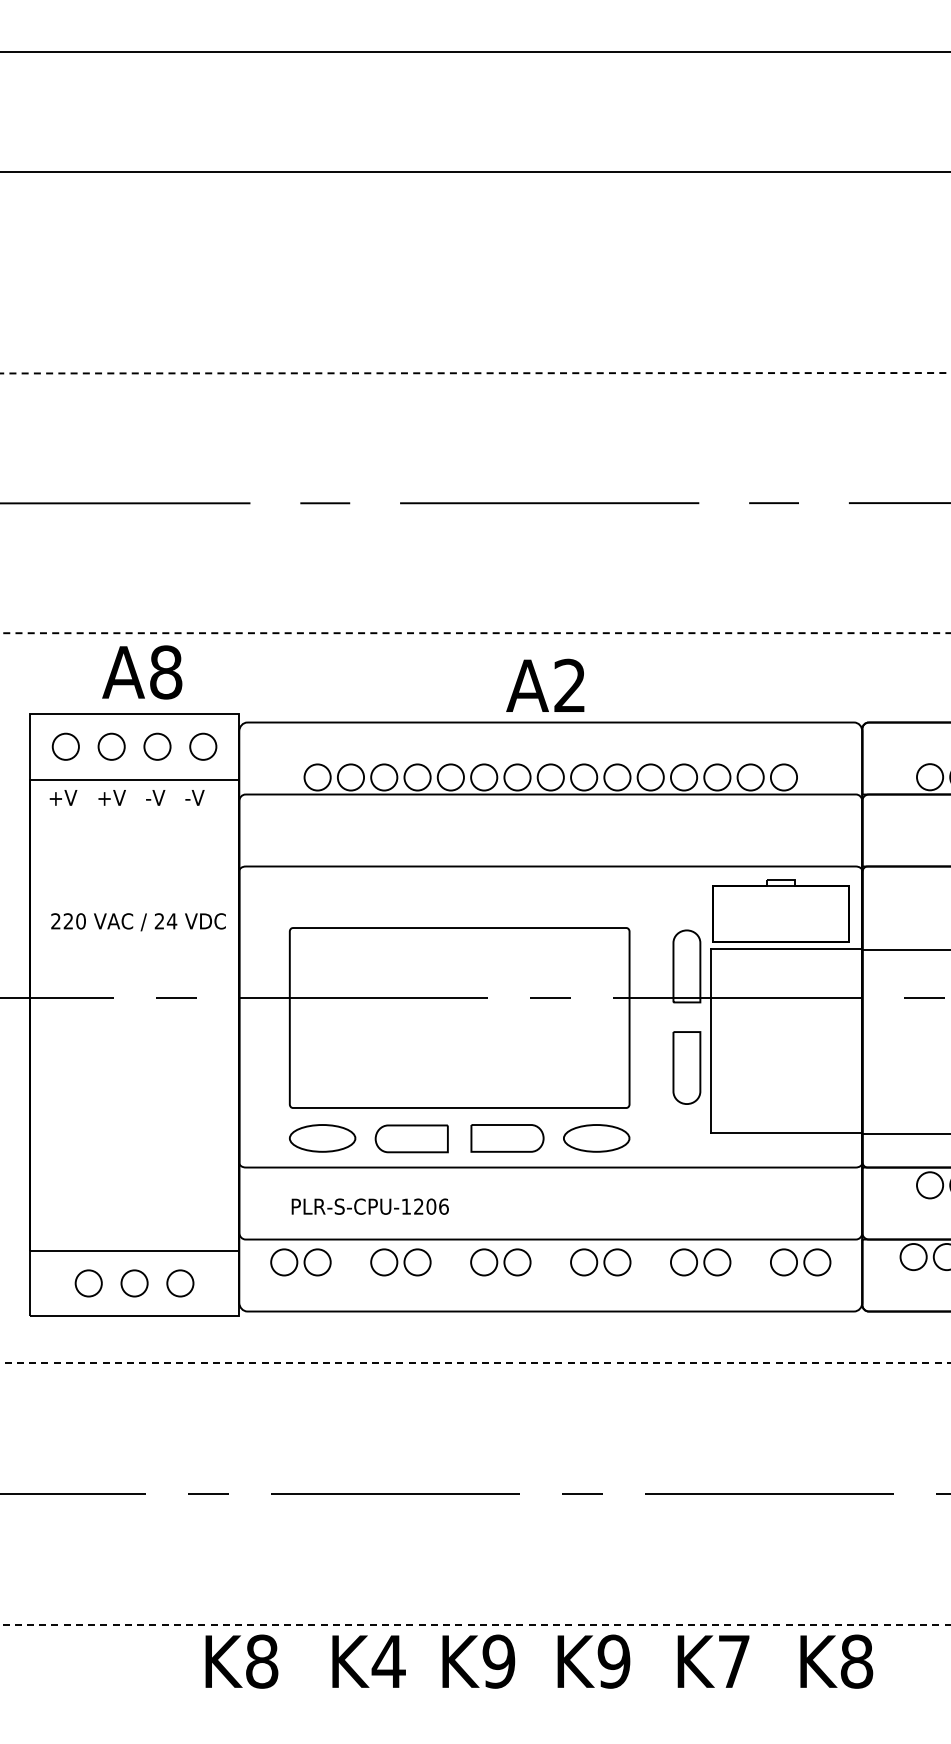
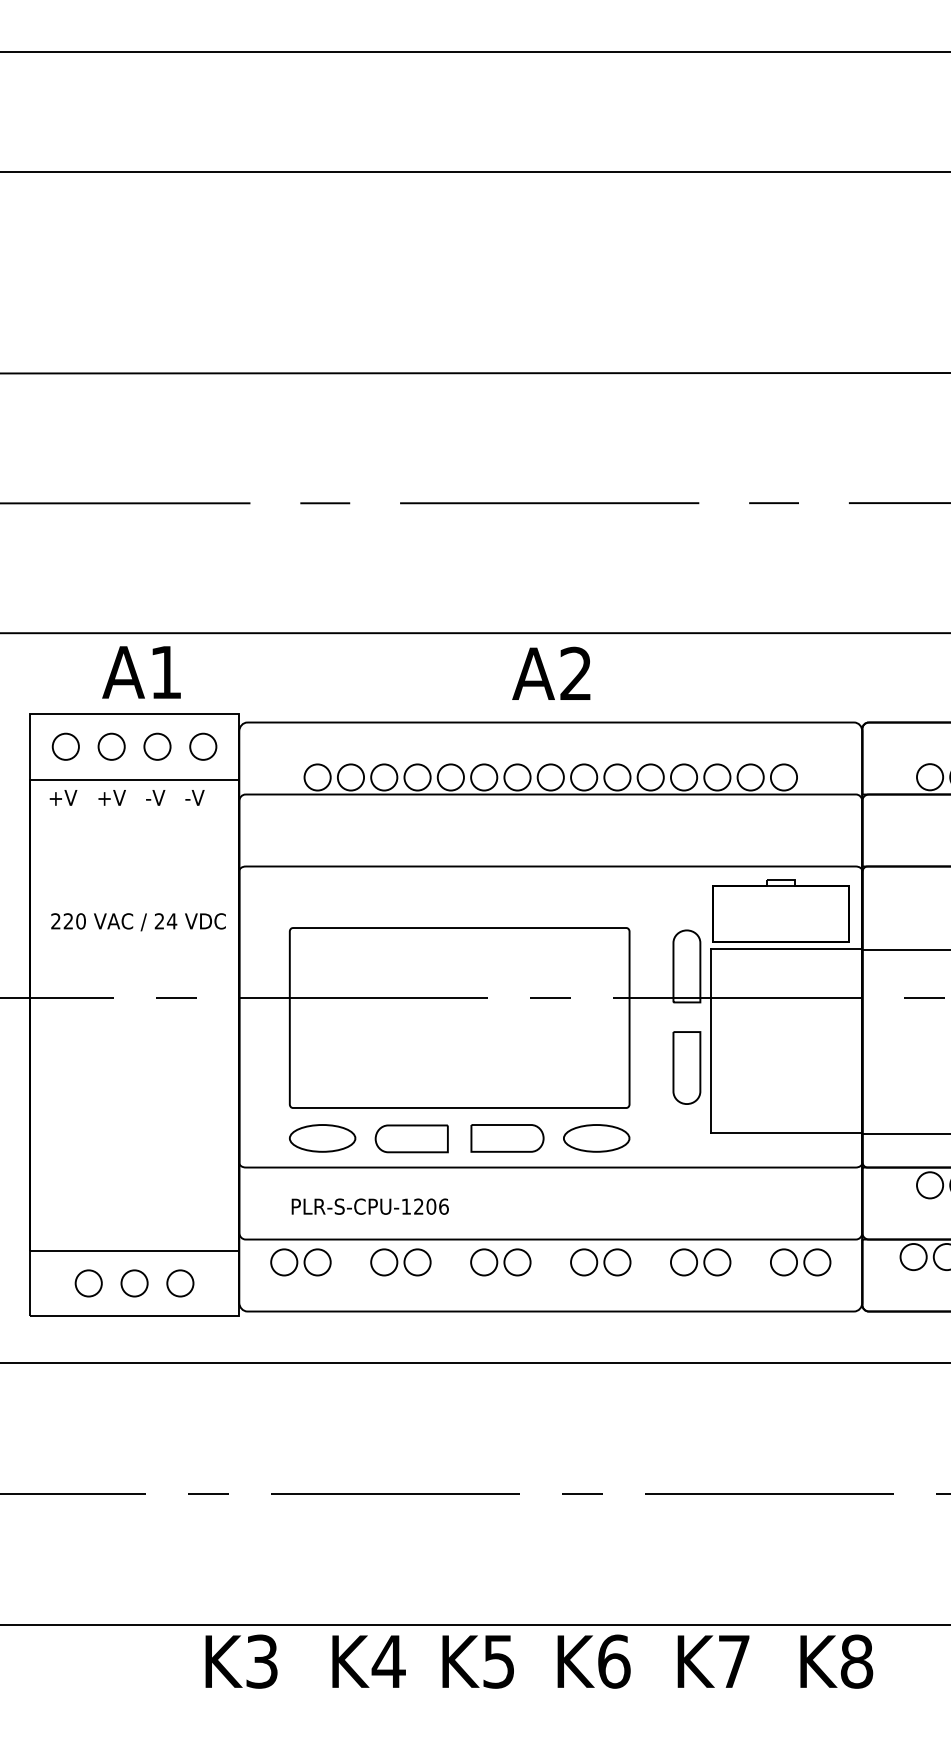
line at (0, 633): dashed -> solid
text at (166, 672): A8 -> A1
text at (545, 684) position: (545, 684) -> (551, 672)
line at (475, 1362): dashed -> solid
line at (475, 1624): dashed -> solid
text at (262, 1661): K8 -> K3
text at (498, 1661): K9 -> K5
text at (613, 1661): K9 -> K6
